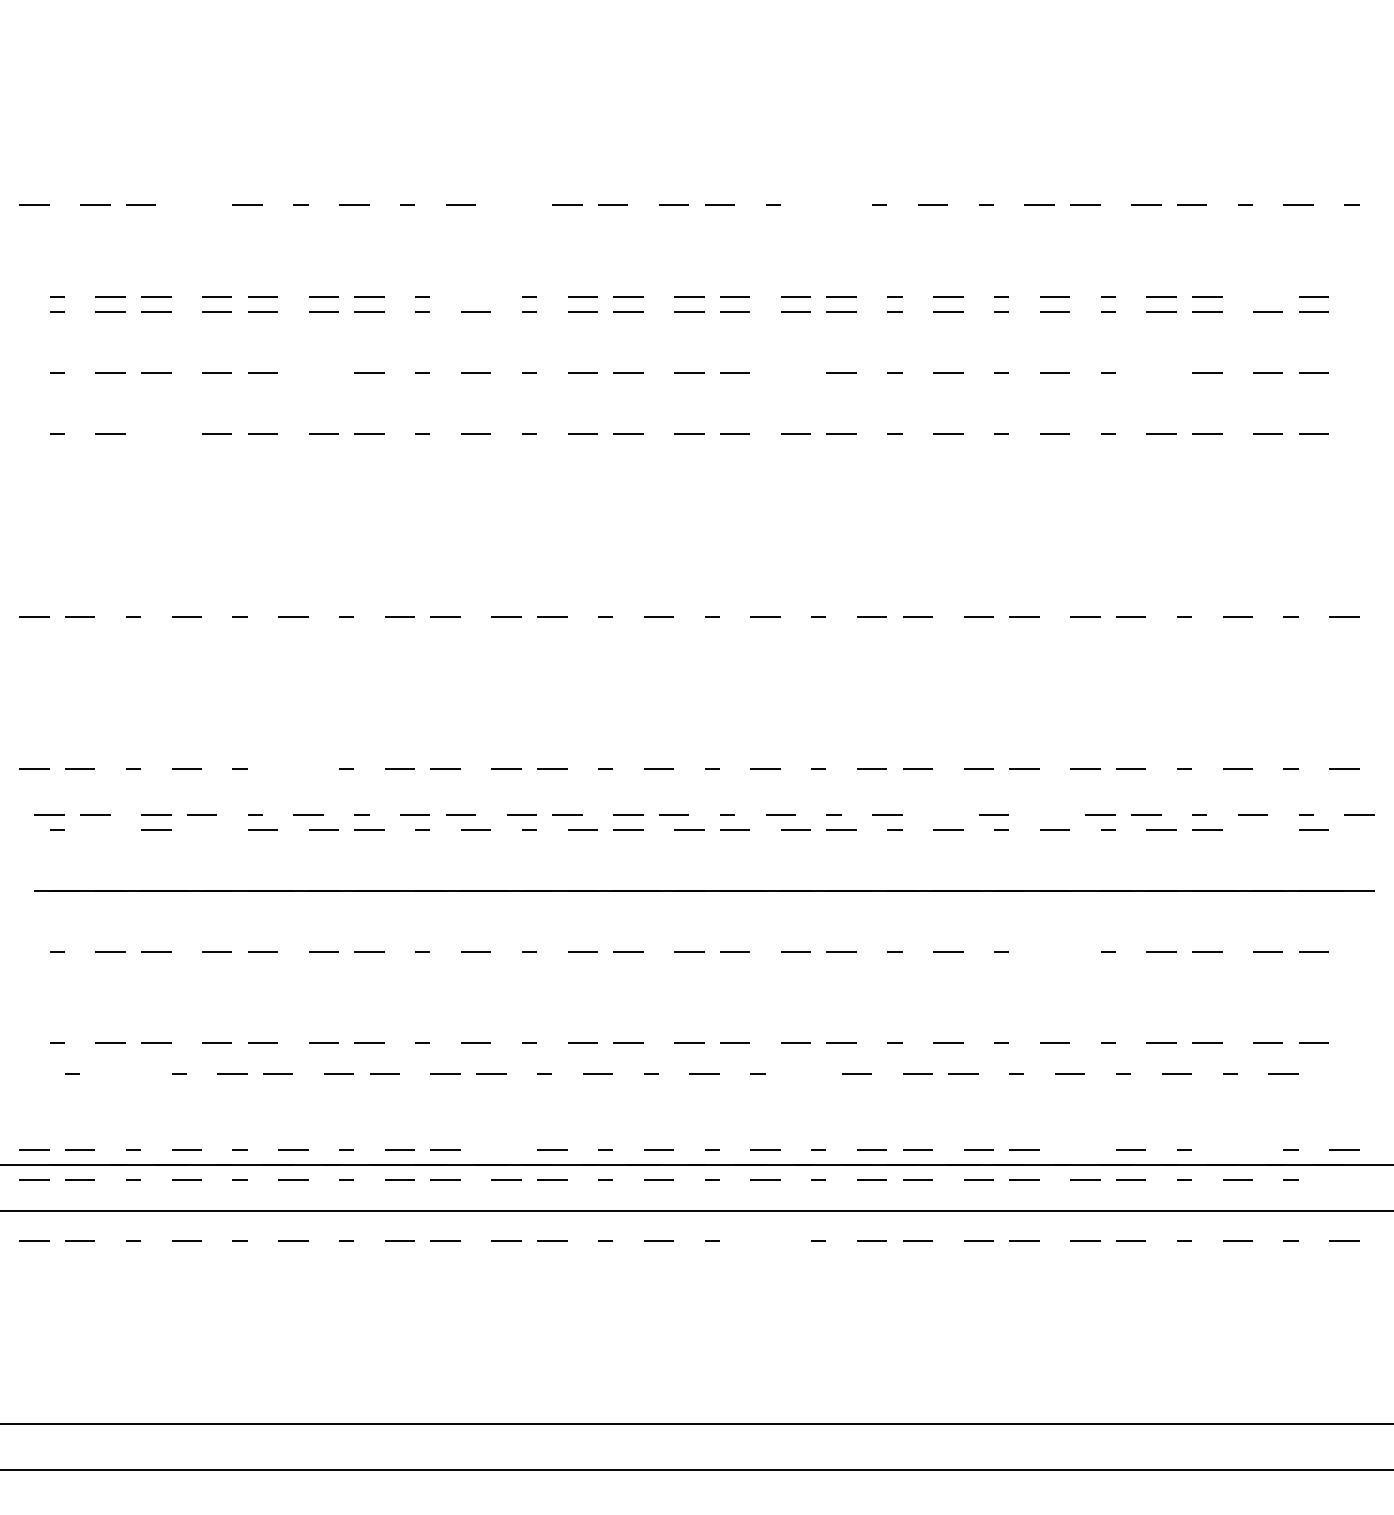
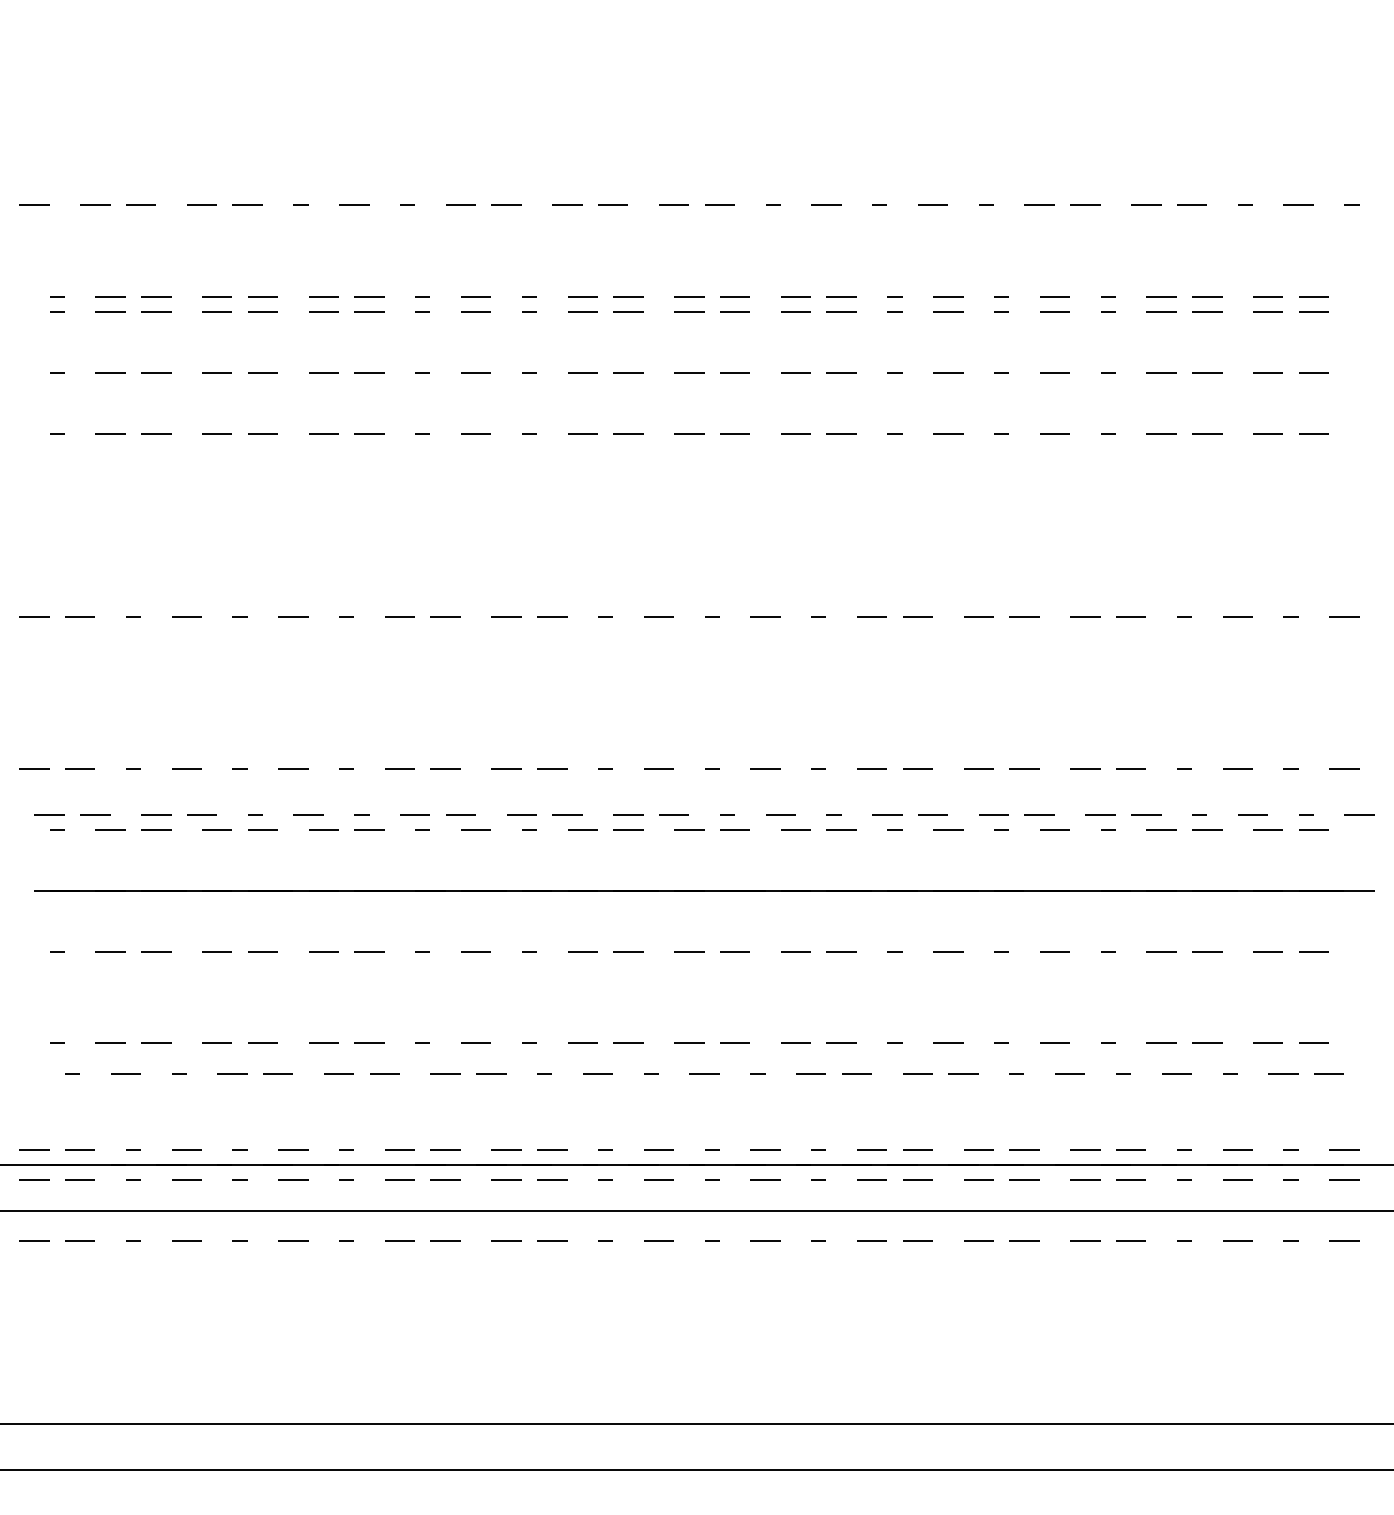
line at (201, 204): none -> present
line at (506, 204): none -> present
line at (826, 204): none -> present
line at (475, 296): none -> present
line at (1267, 296): none -> present
line at (323, 372): none -> present
line at (795, 372): none -> present
line at (1161, 372): none -> present
line at (156, 433): none -> present
line at (293, 768): none -> present
line at (932, 814): none -> present
line at (1039, 814): none -> present
line at (110, 829): none -> present
line at (216, 829): none -> present
line at (1267, 829): none -> present
line at (1054, 951): none -> present
line at (125, 1073): none -> present
line at (810, 1073): none -> present
line at (1328, 1073): none -> present
line at (506, 1149): none -> present
line at (1085, 1149): none -> present
line at (1237, 1149): none -> present
line at (1344, 1179): none -> present
line at (765, 1240): none -> present
